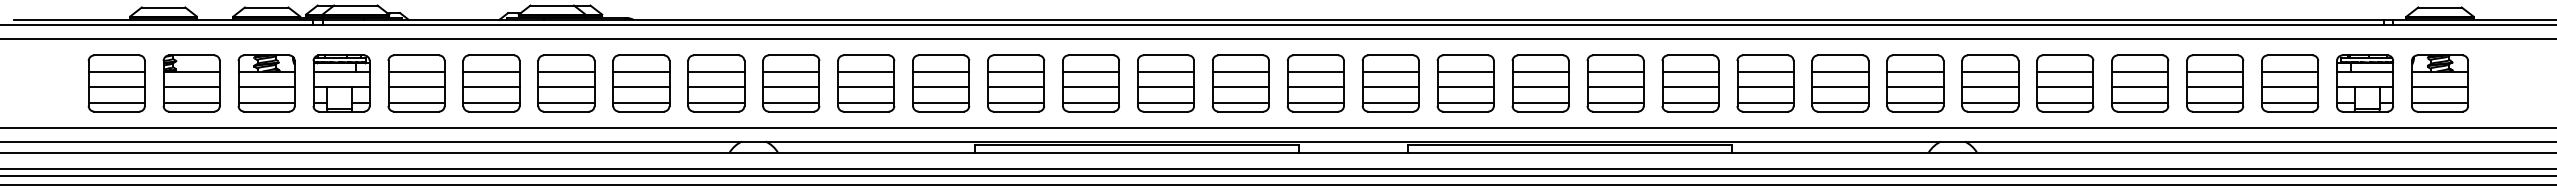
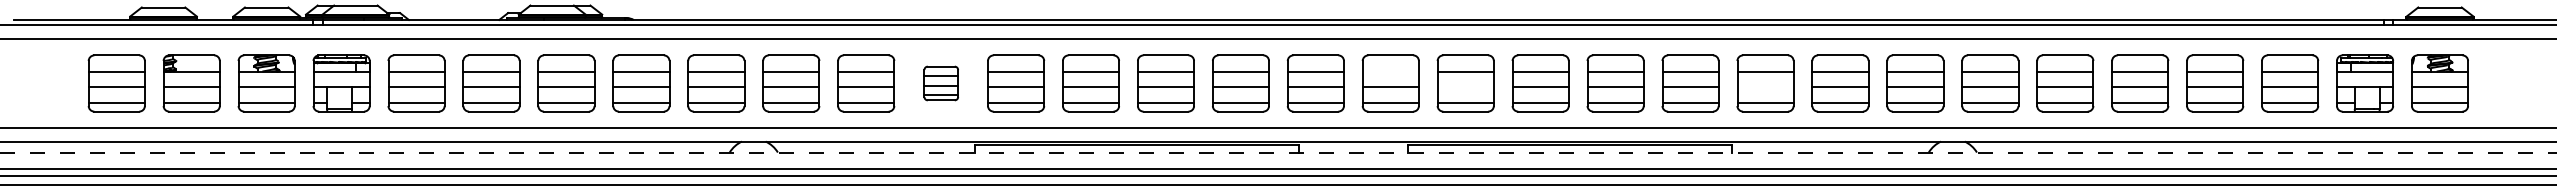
line at (1390, 71): present -> none
part at (941, 83) size: 59x59 px -> 36x37 px
line at (1465, 87): present -> none
line at (1765, 87): present -> none
line at (1277, 152): solid -> dashed
